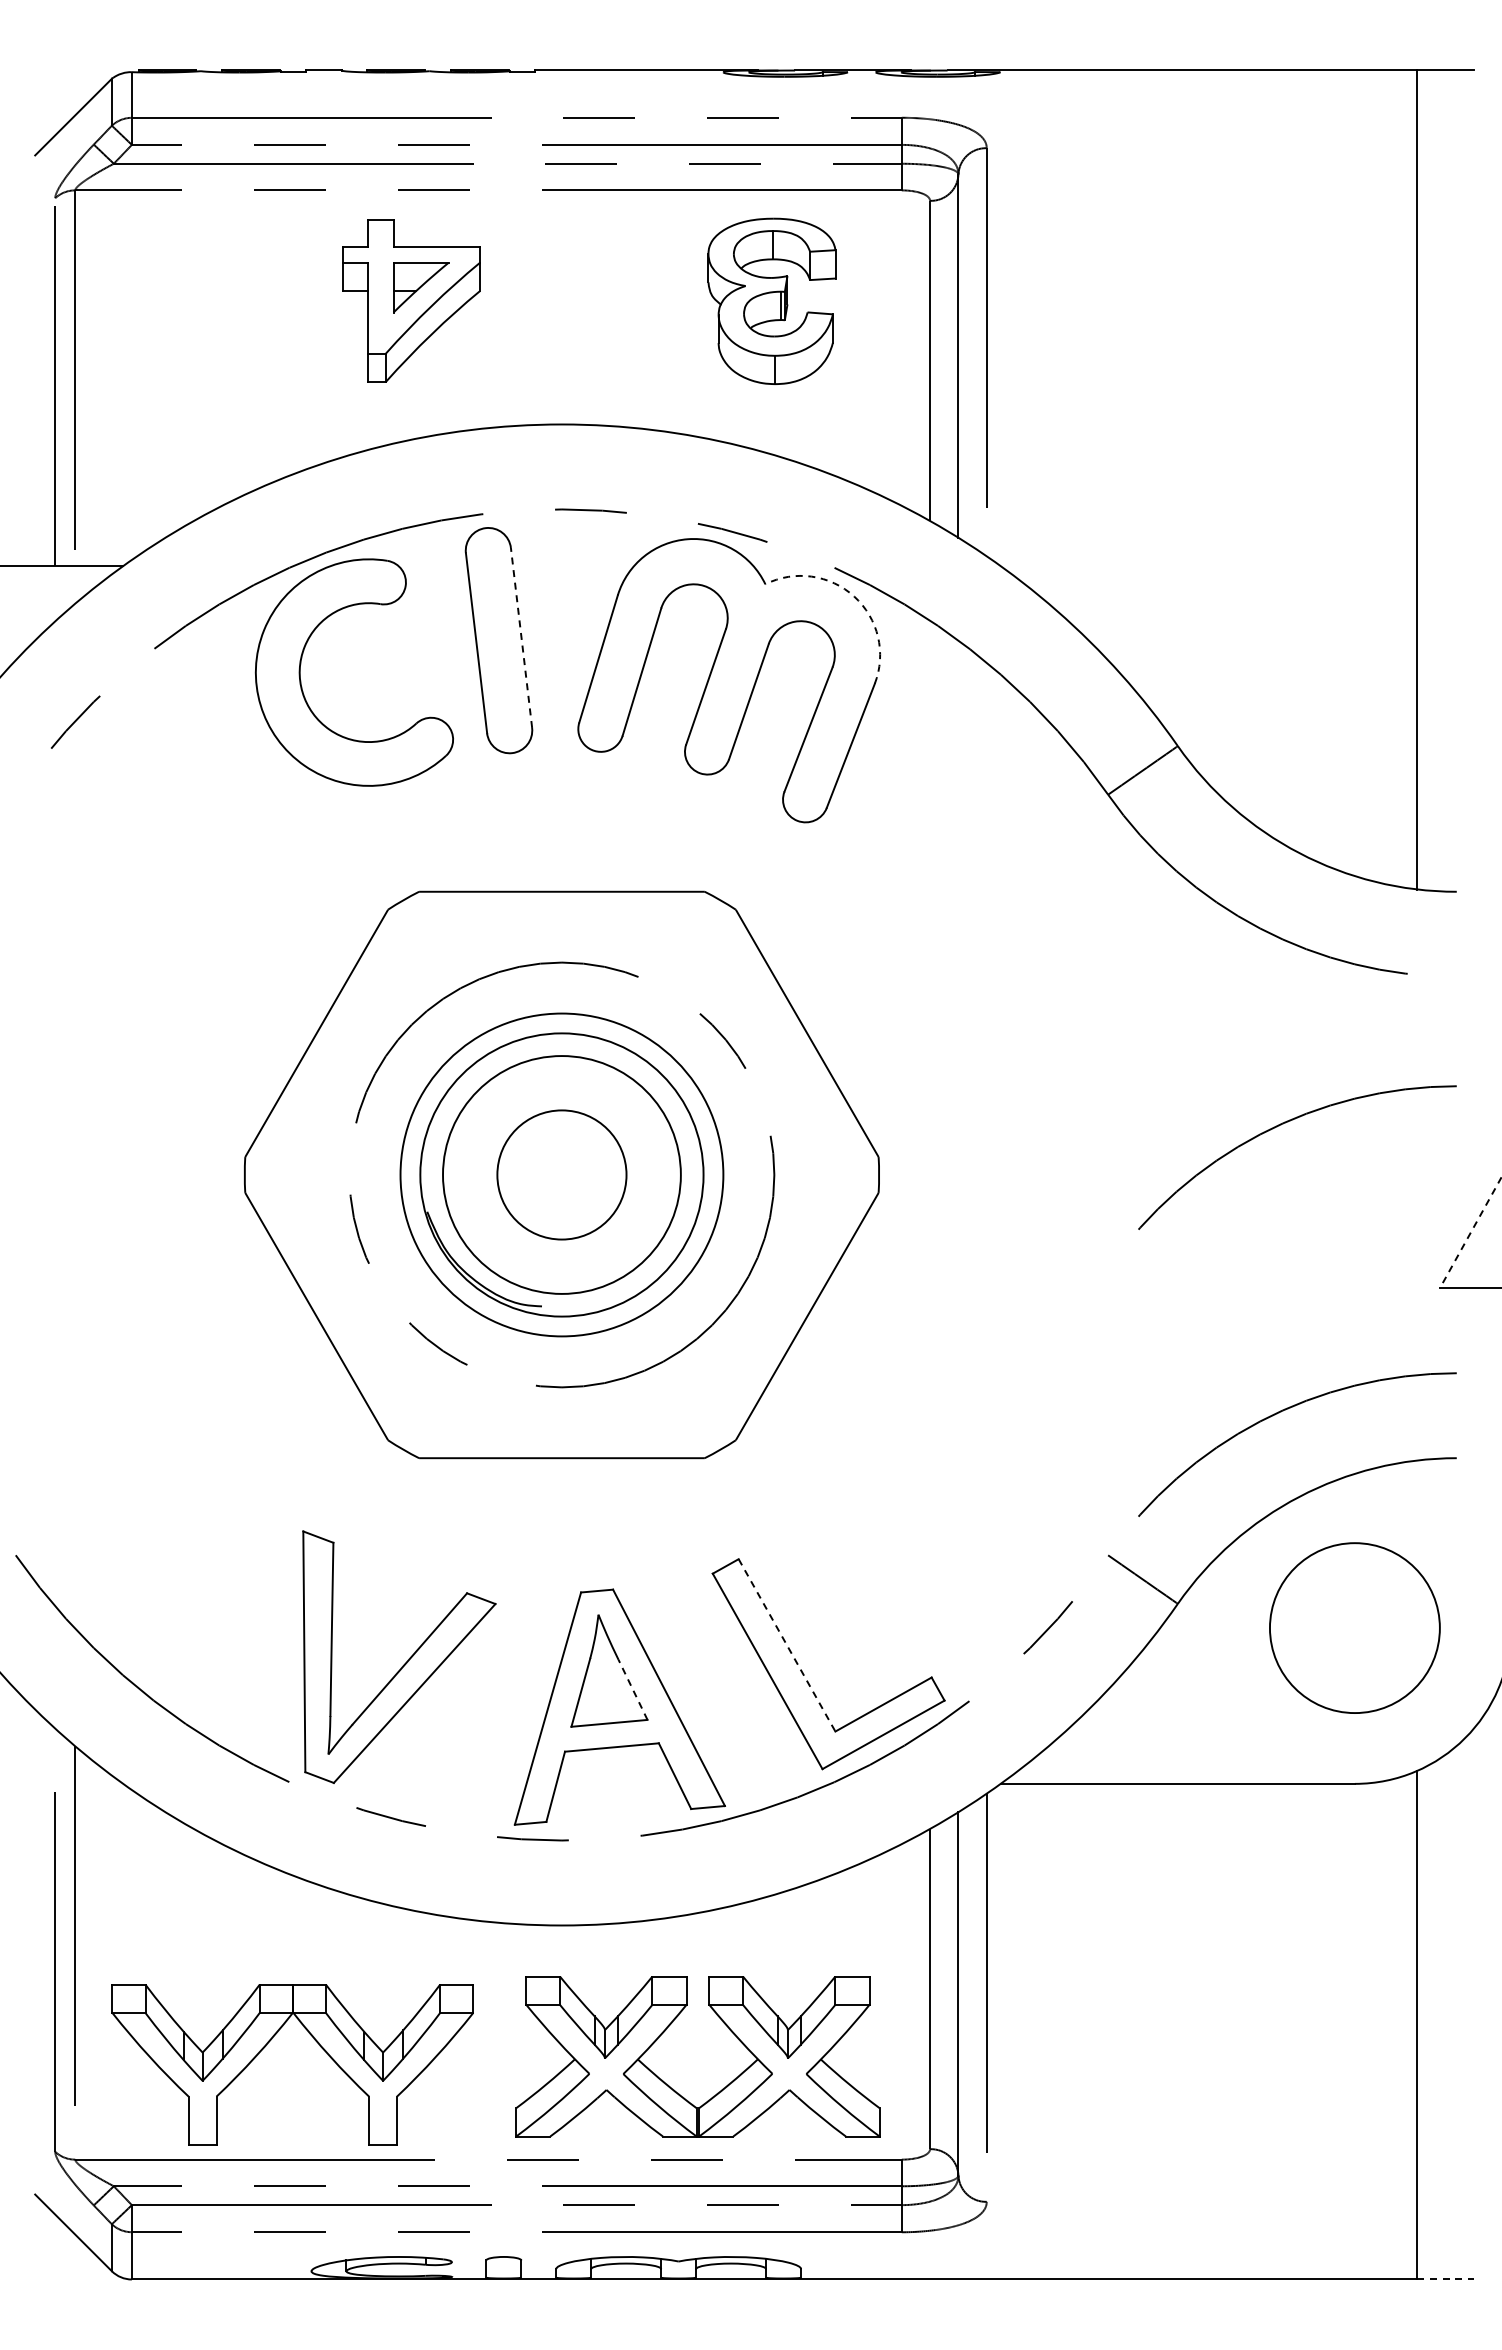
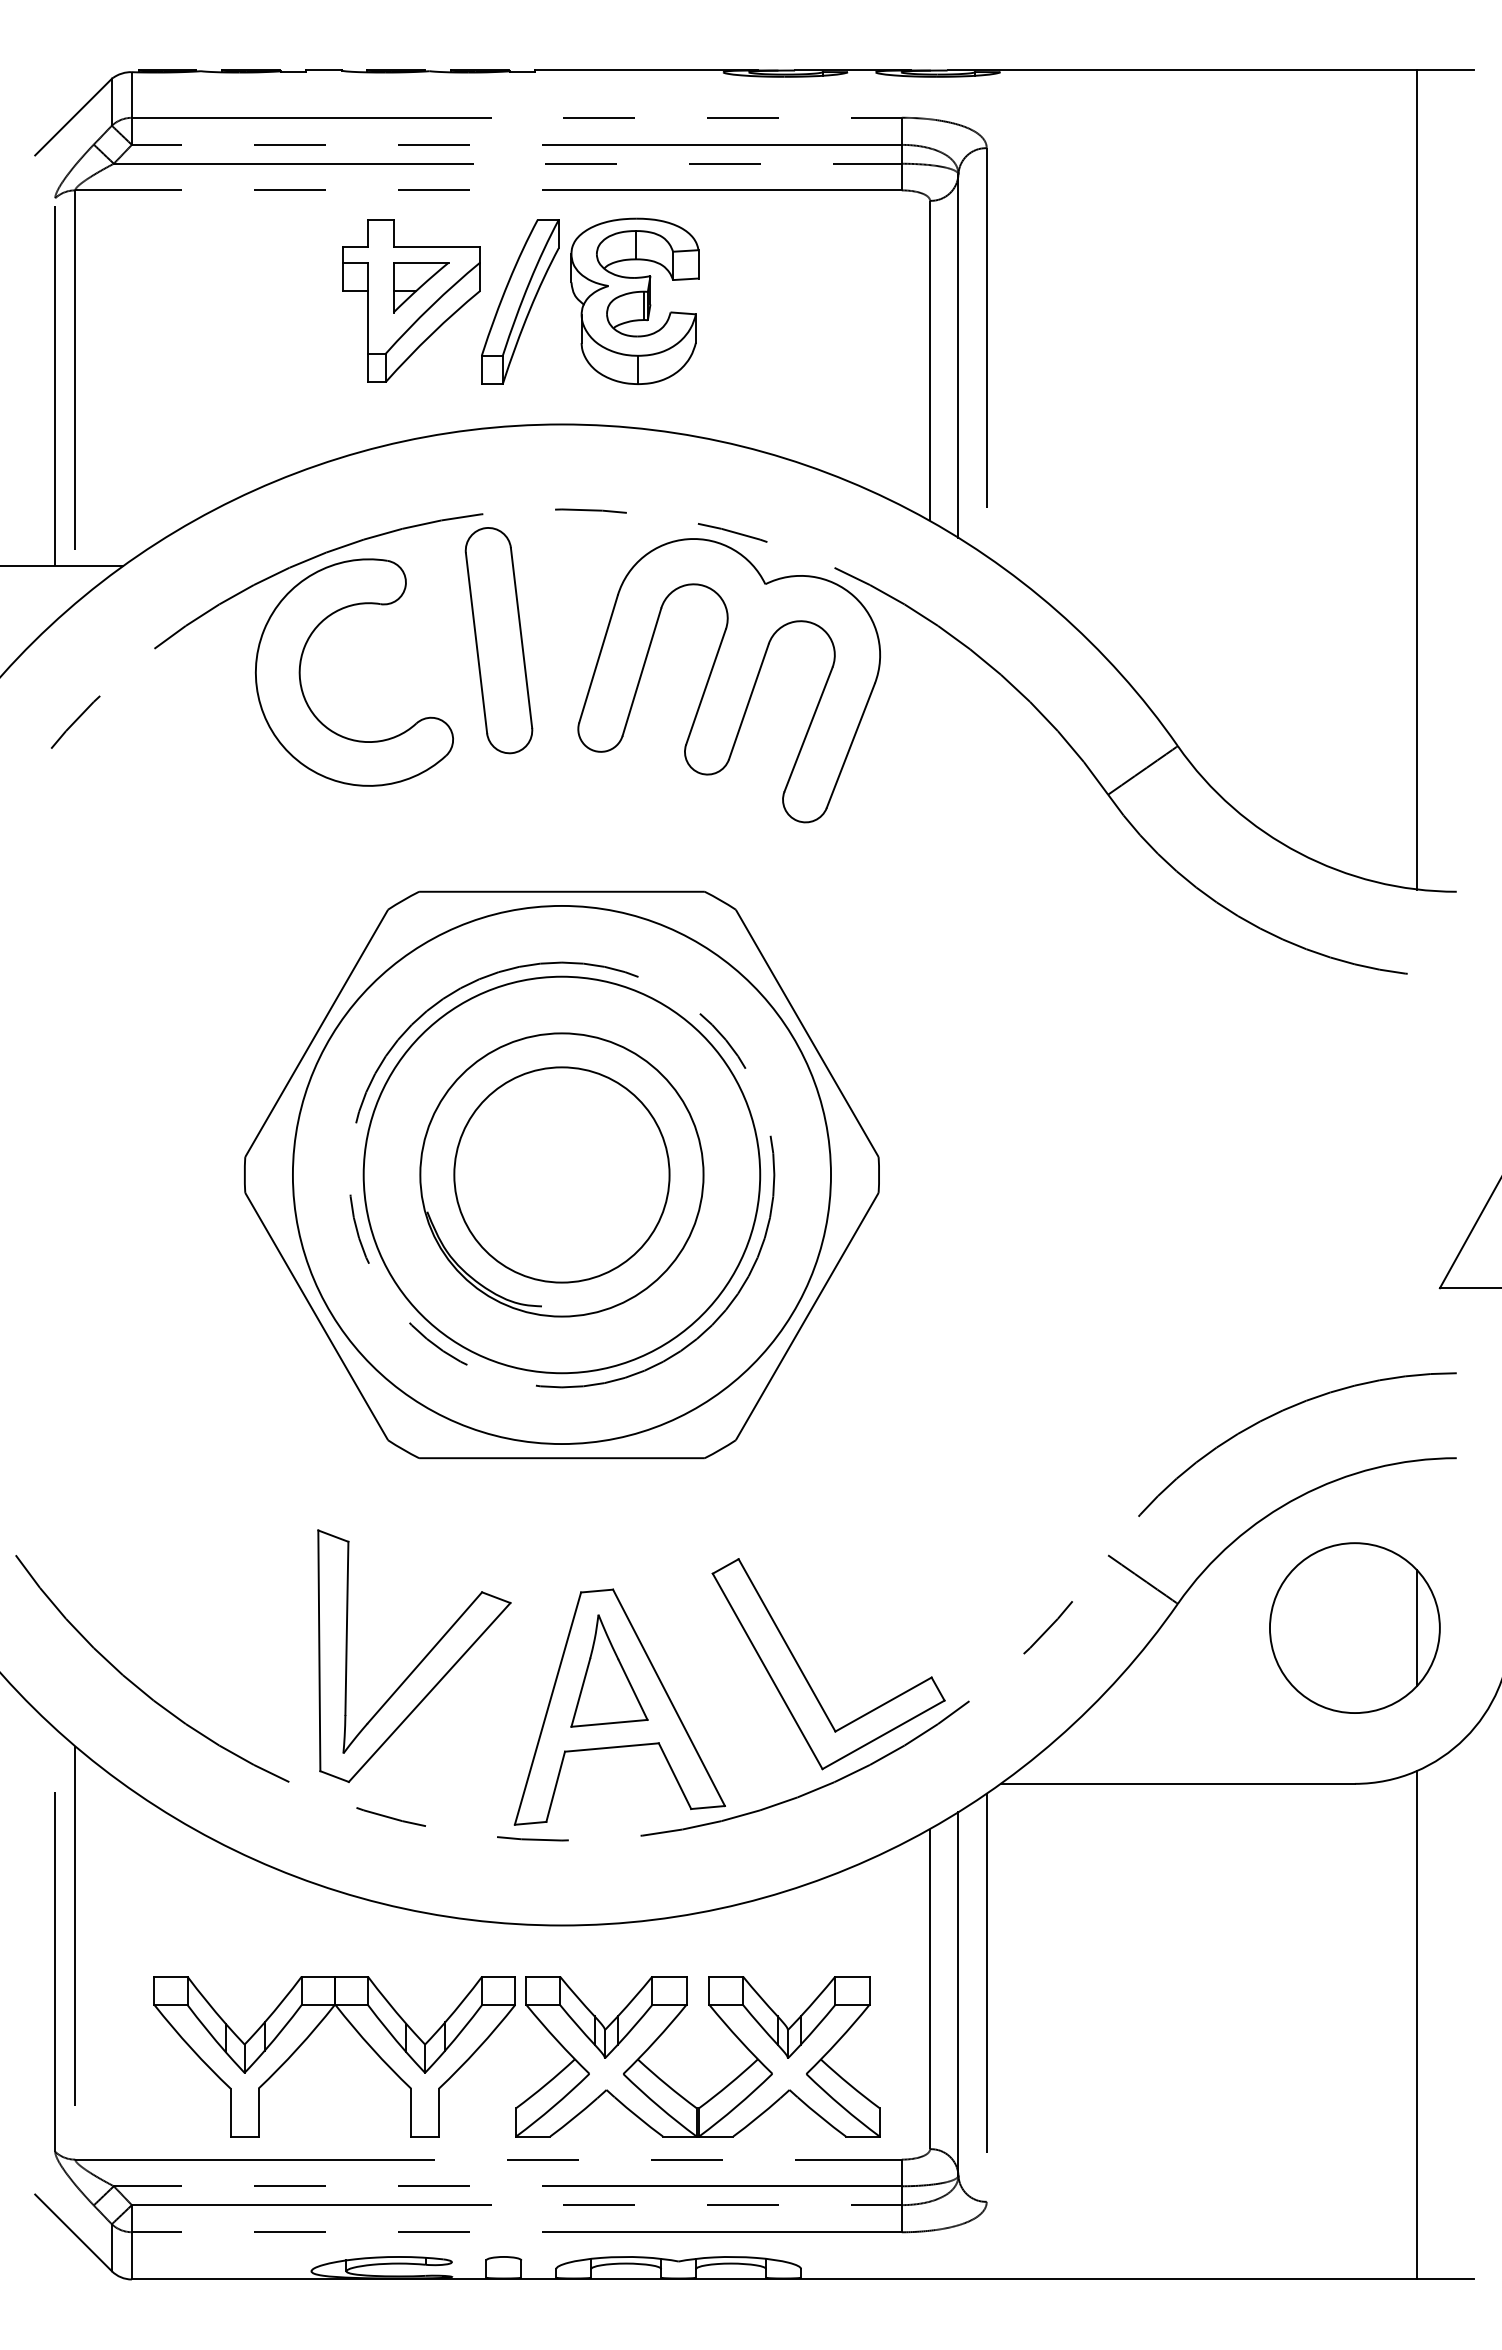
part at (771, 300) position: (771, 300) -> (634, 300)
part at (520, 301): none -> present
arc at (854, 596): dashed -> solid
line at (521, 637): dashed -> solid
arc at (1281, 1125): present -> none
circle at (561, 1174) diameter: 129 px -> 215 px
circle at (561, 1174) diameter: 238 px -> 396 px
circle at (561, 1174) diameter: 323 px -> 538 px
line at (1470, 1232): dashed -> solid
line at (1417, 1627): none -> present
line at (787, 1645): dashed -> solid
part at (405, 1662) position: (405, 1662) -> (420, 1661)
line at (632, 1689): dashed -> solid
part at (266, 2046) position: (266, 2046) -> (308, 2038)
line at (1446, 2279): dashed -> solid
